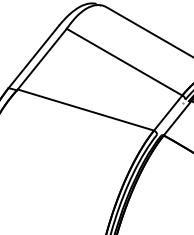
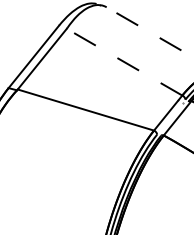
line at (149, 32): solid -> dashed
line at (124, 62): solid -> dashed
